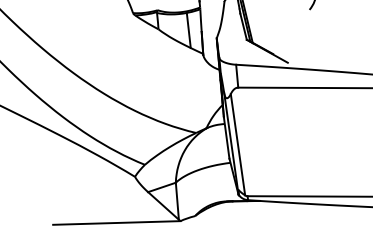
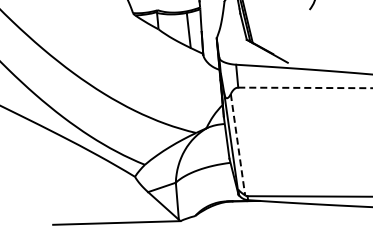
line at (305, 87): solid -> dashed
line at (238, 145): solid -> dashed
